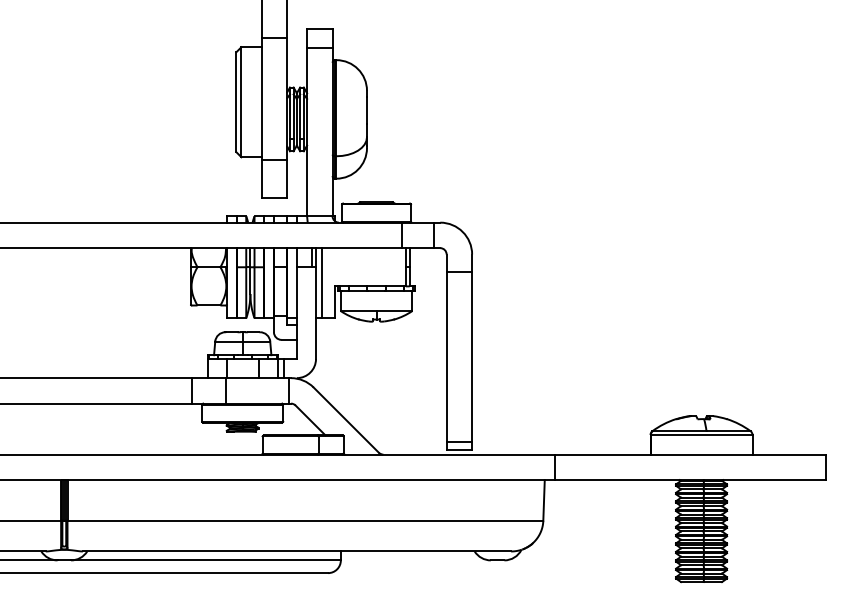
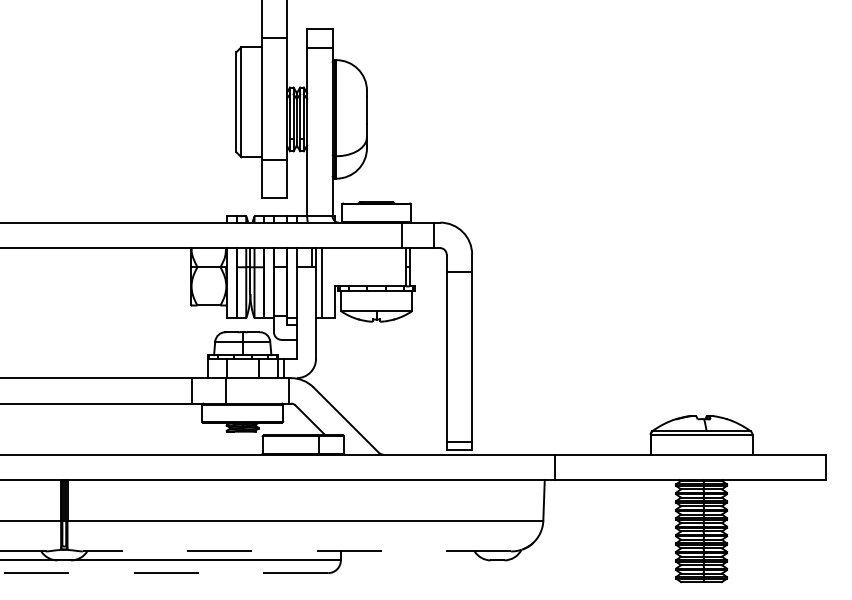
line at (296, 551): solid -> dashed
line at (164, 573): solid -> dashed
